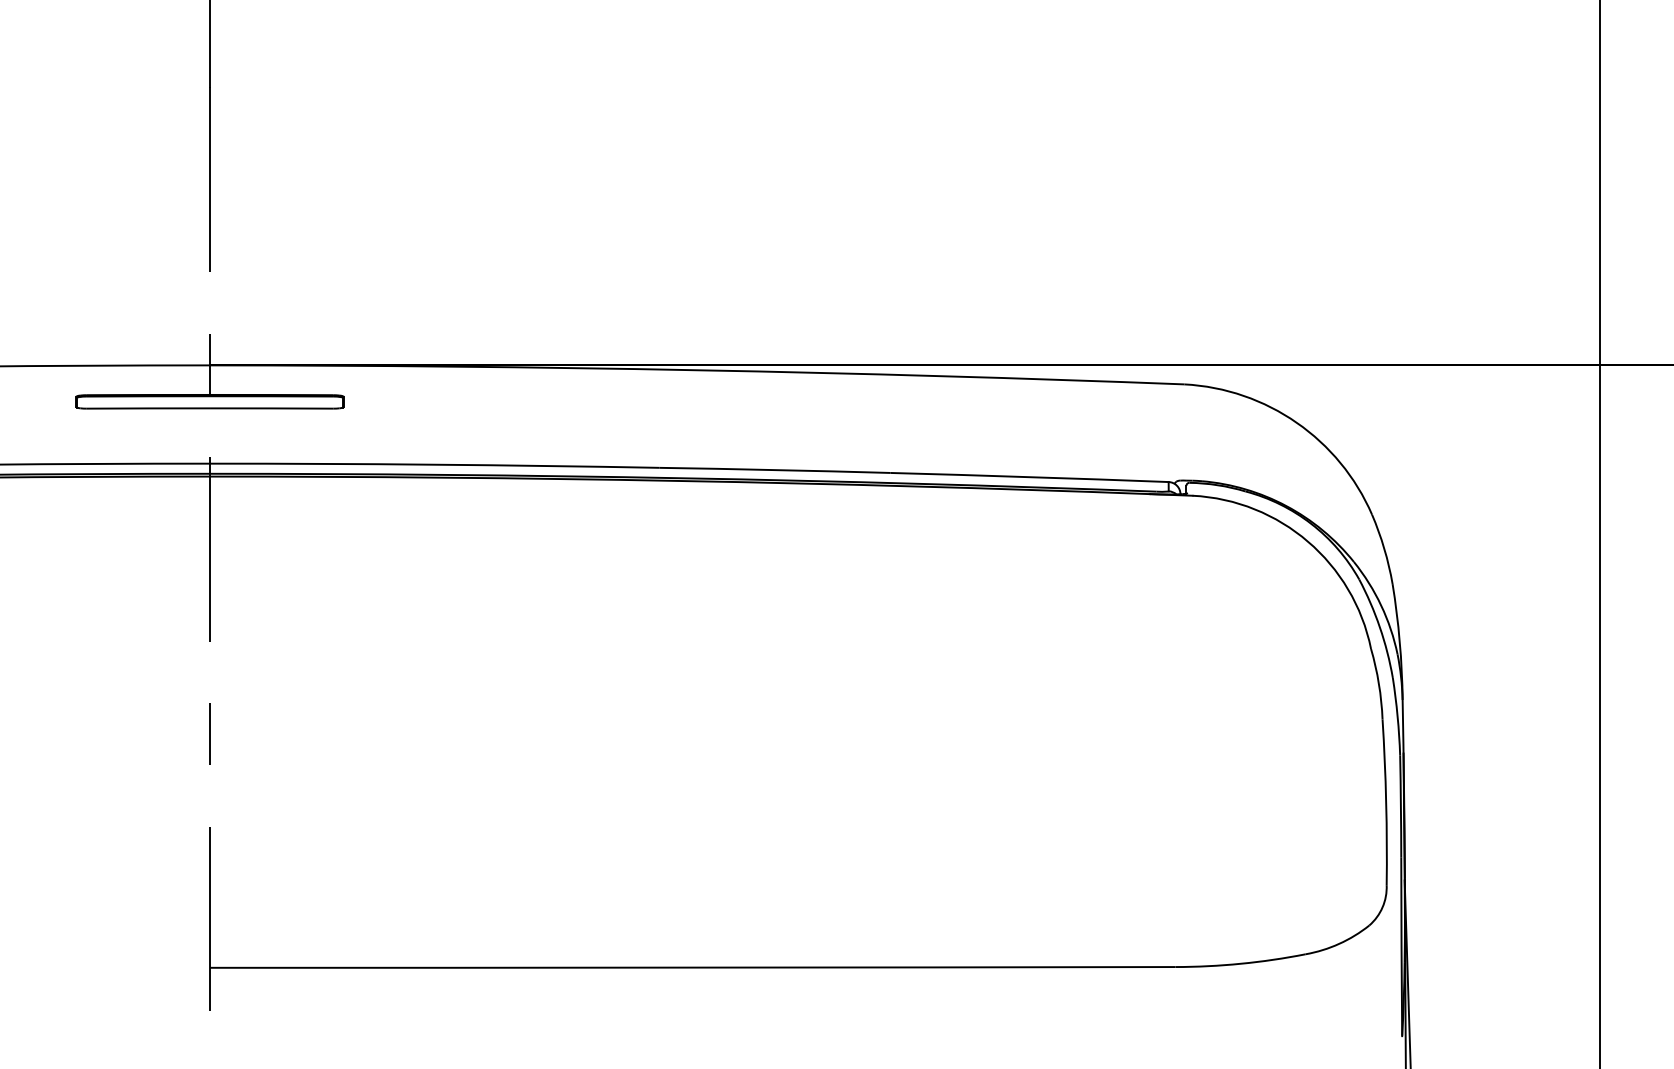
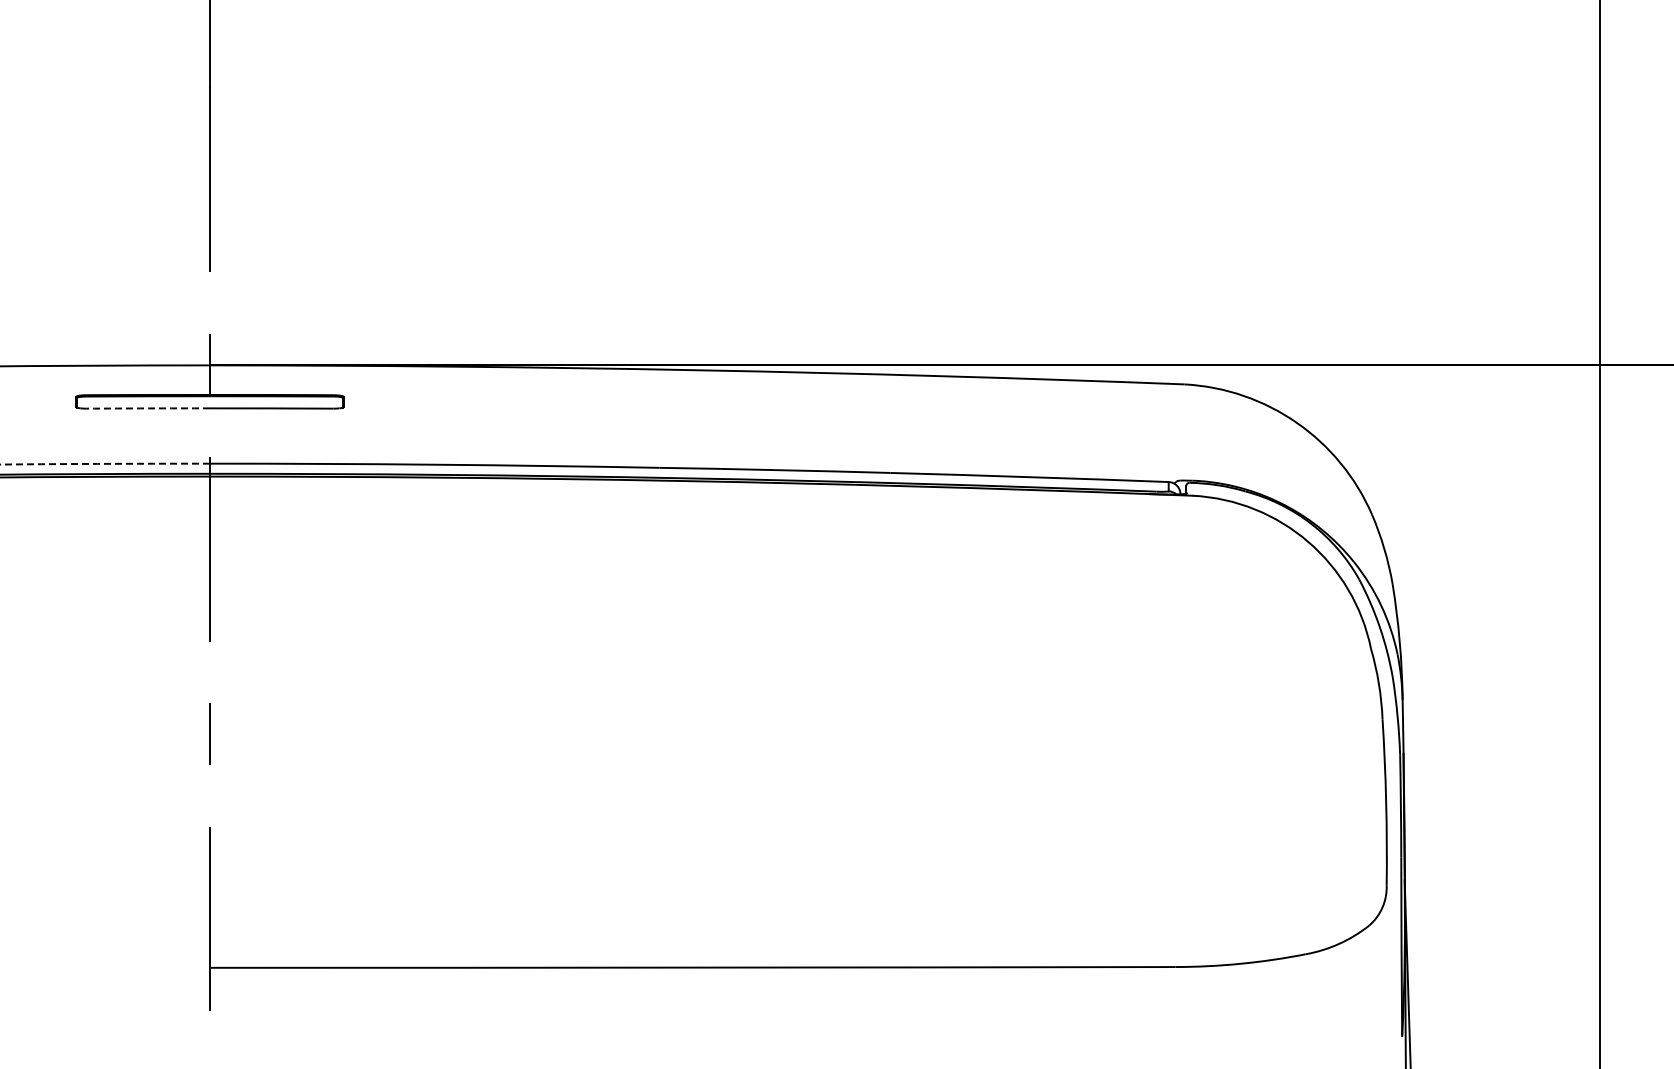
arc at (148, 408): solid -> dashed
arc at (104, 463): solid -> dashed
